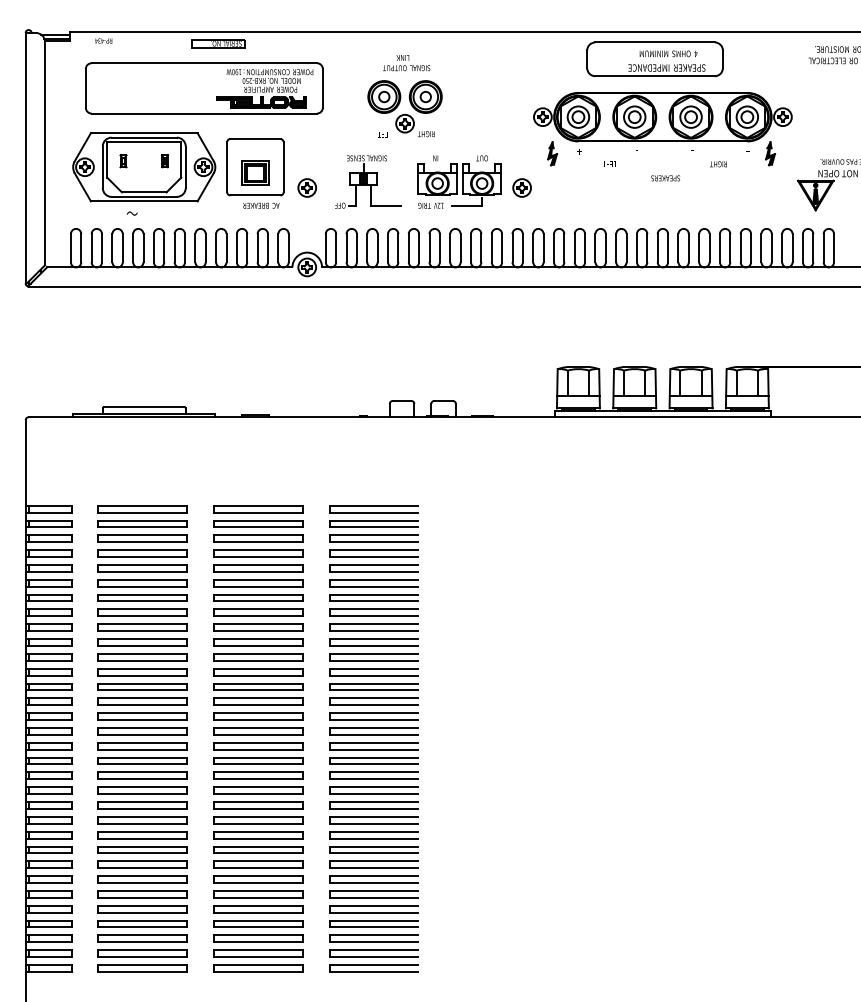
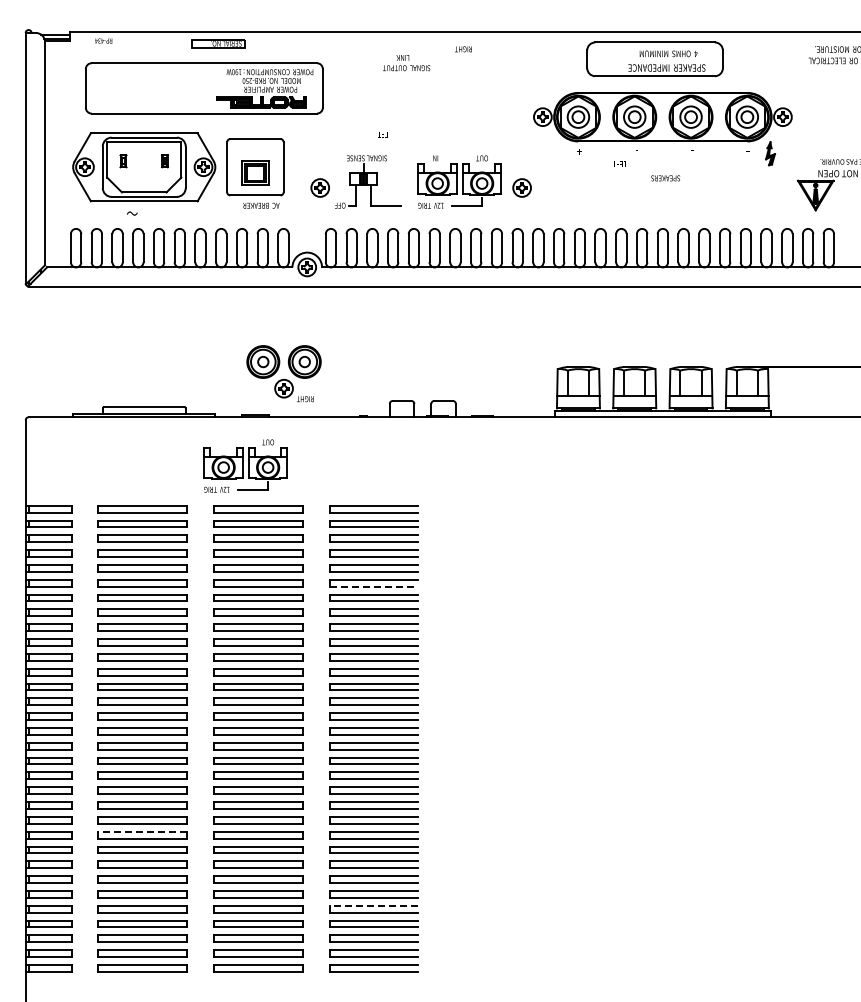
part at (404, 108) position: (404, 108) -> (283, 373)
part at (552, 153): present -> none
text at (609, 163) position: (609, 163) -> (619, 163)
text at (718, 164) position: (718, 164) -> (463, 49)
part at (306, 187) position: (306, 187) -> (319, 187)
part at (245, 465): none -> present
line at (374, 586): solid -> dashed
line at (142, 831): solid -> dashed
line at (373, 905): solid -> dashed
